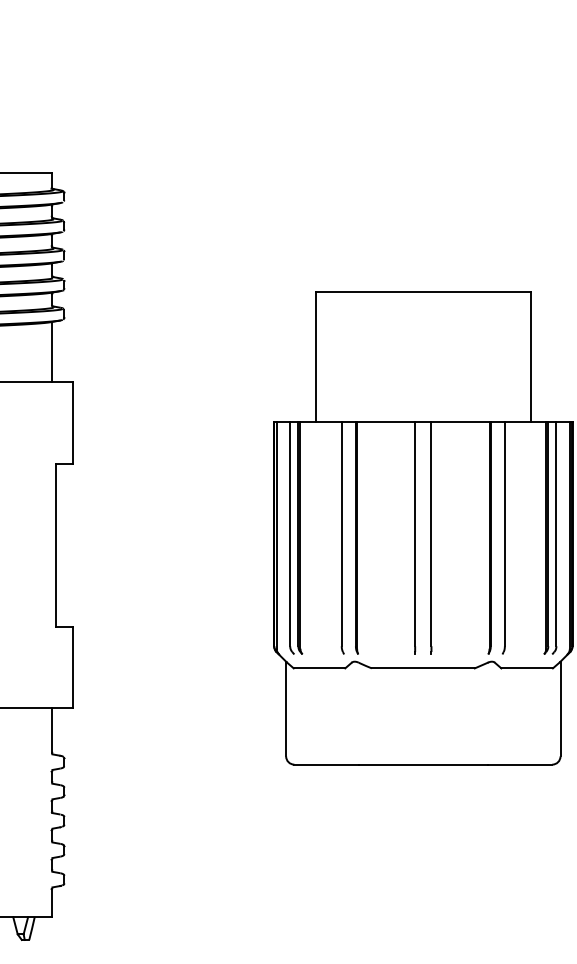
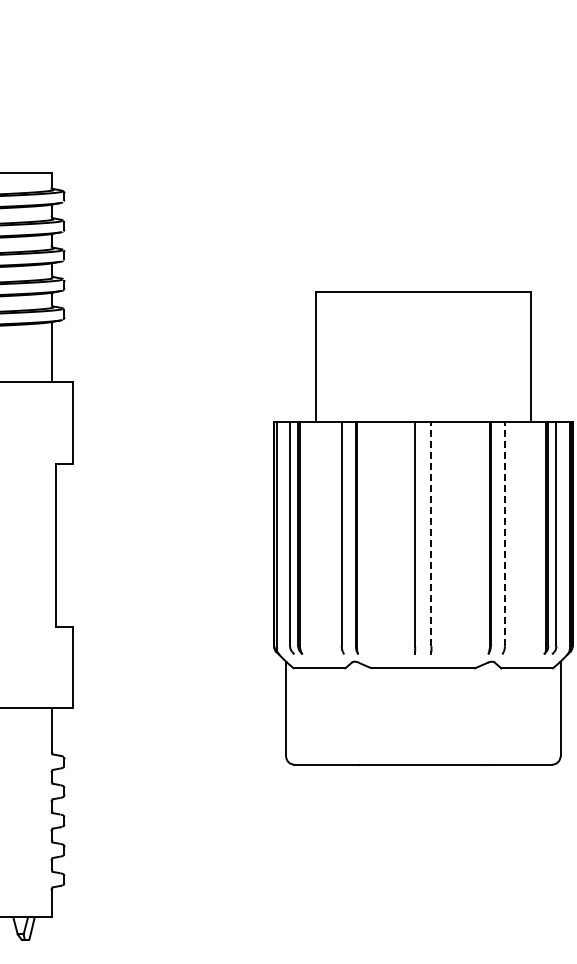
line at (431, 533): solid -> dashed
line at (504, 533): solid -> dashed
